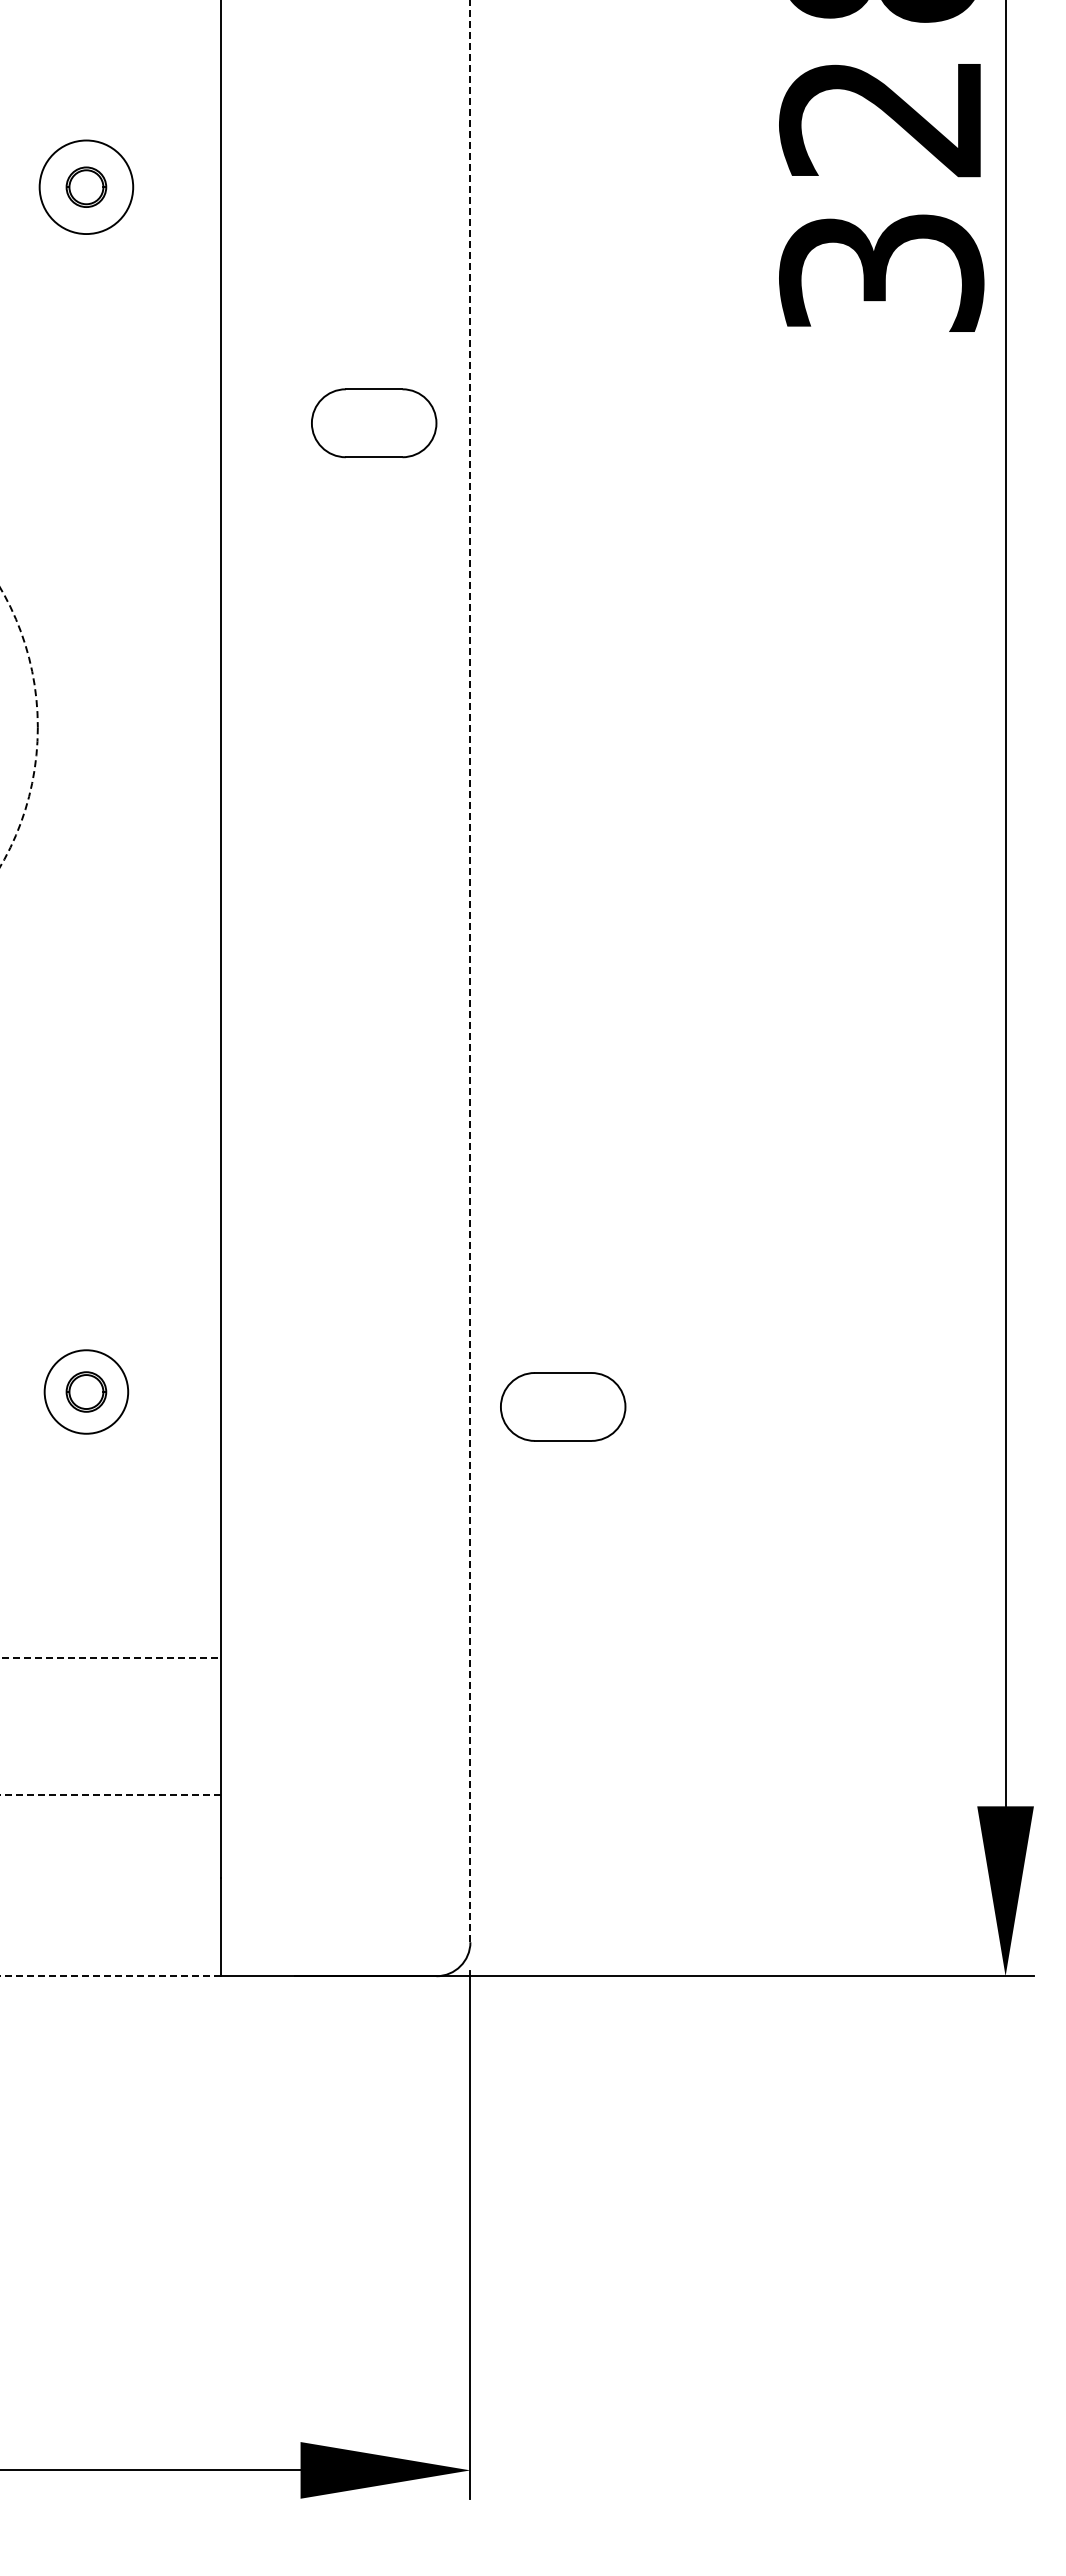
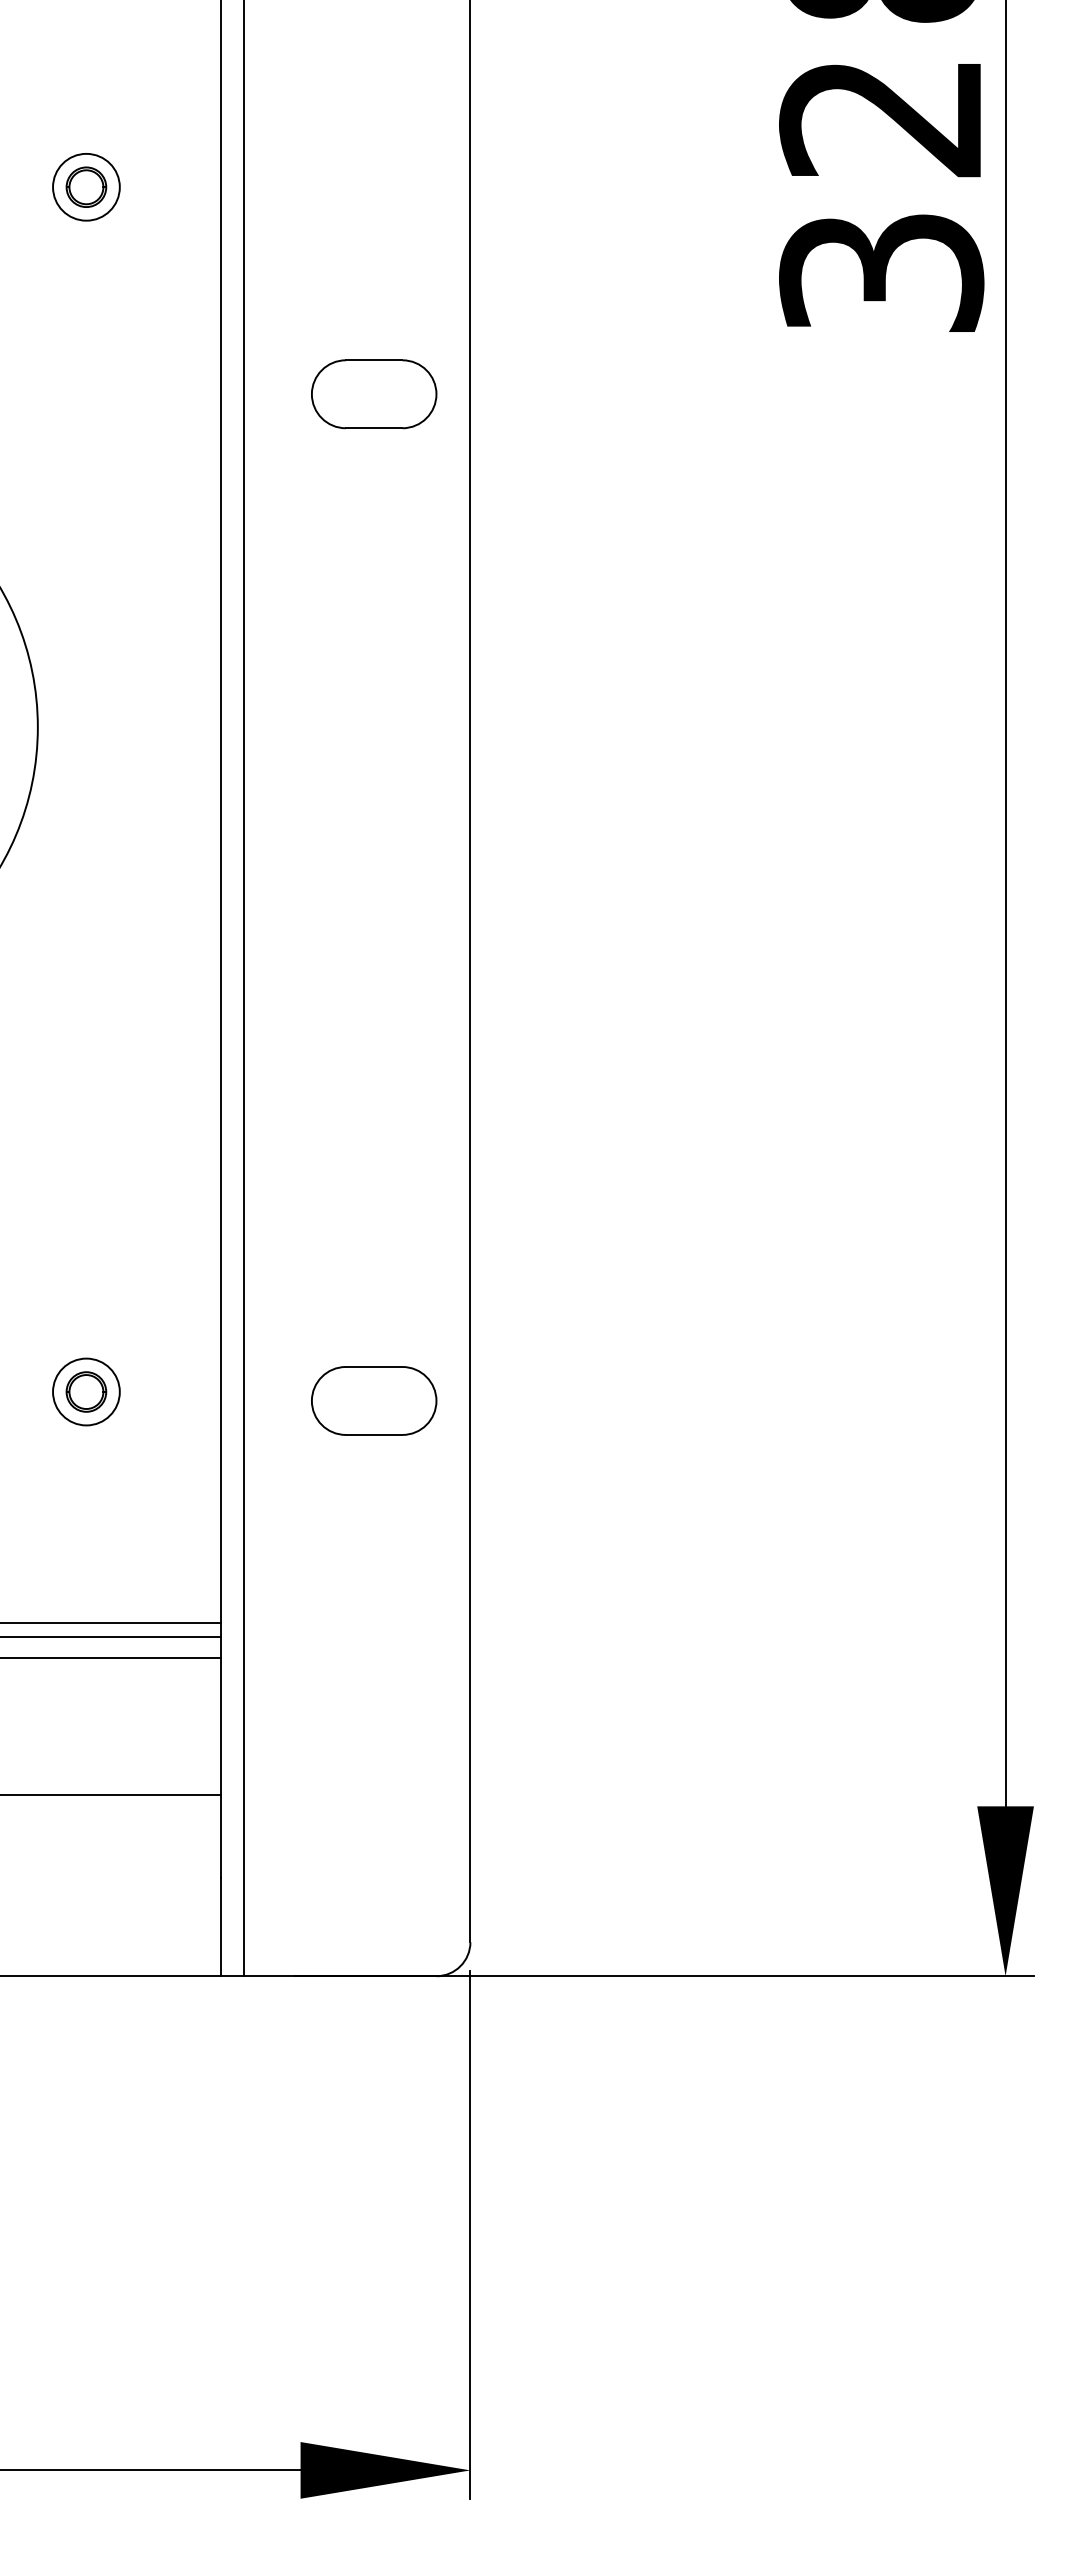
circle at (86, 187) diameter: 94 px -> 67 px
part at (374, 423) position: (374, 423) -> (374, 394)
circle at (18, 727): dashed -> solid
line at (470, 971): dashed -> solid
line at (243, 989): none -> present
circle at (86, 1391) diameter: 84 px -> 67 px
part at (563, 1406) position: (563, 1406) -> (374, 1400)
line at (111, 1623): none -> present
line at (111, 1636): none -> present
line at (111, 1658): dashed -> solid
line at (110, 1794): dashed -> solid
line at (110, 1976): dashed -> solid
